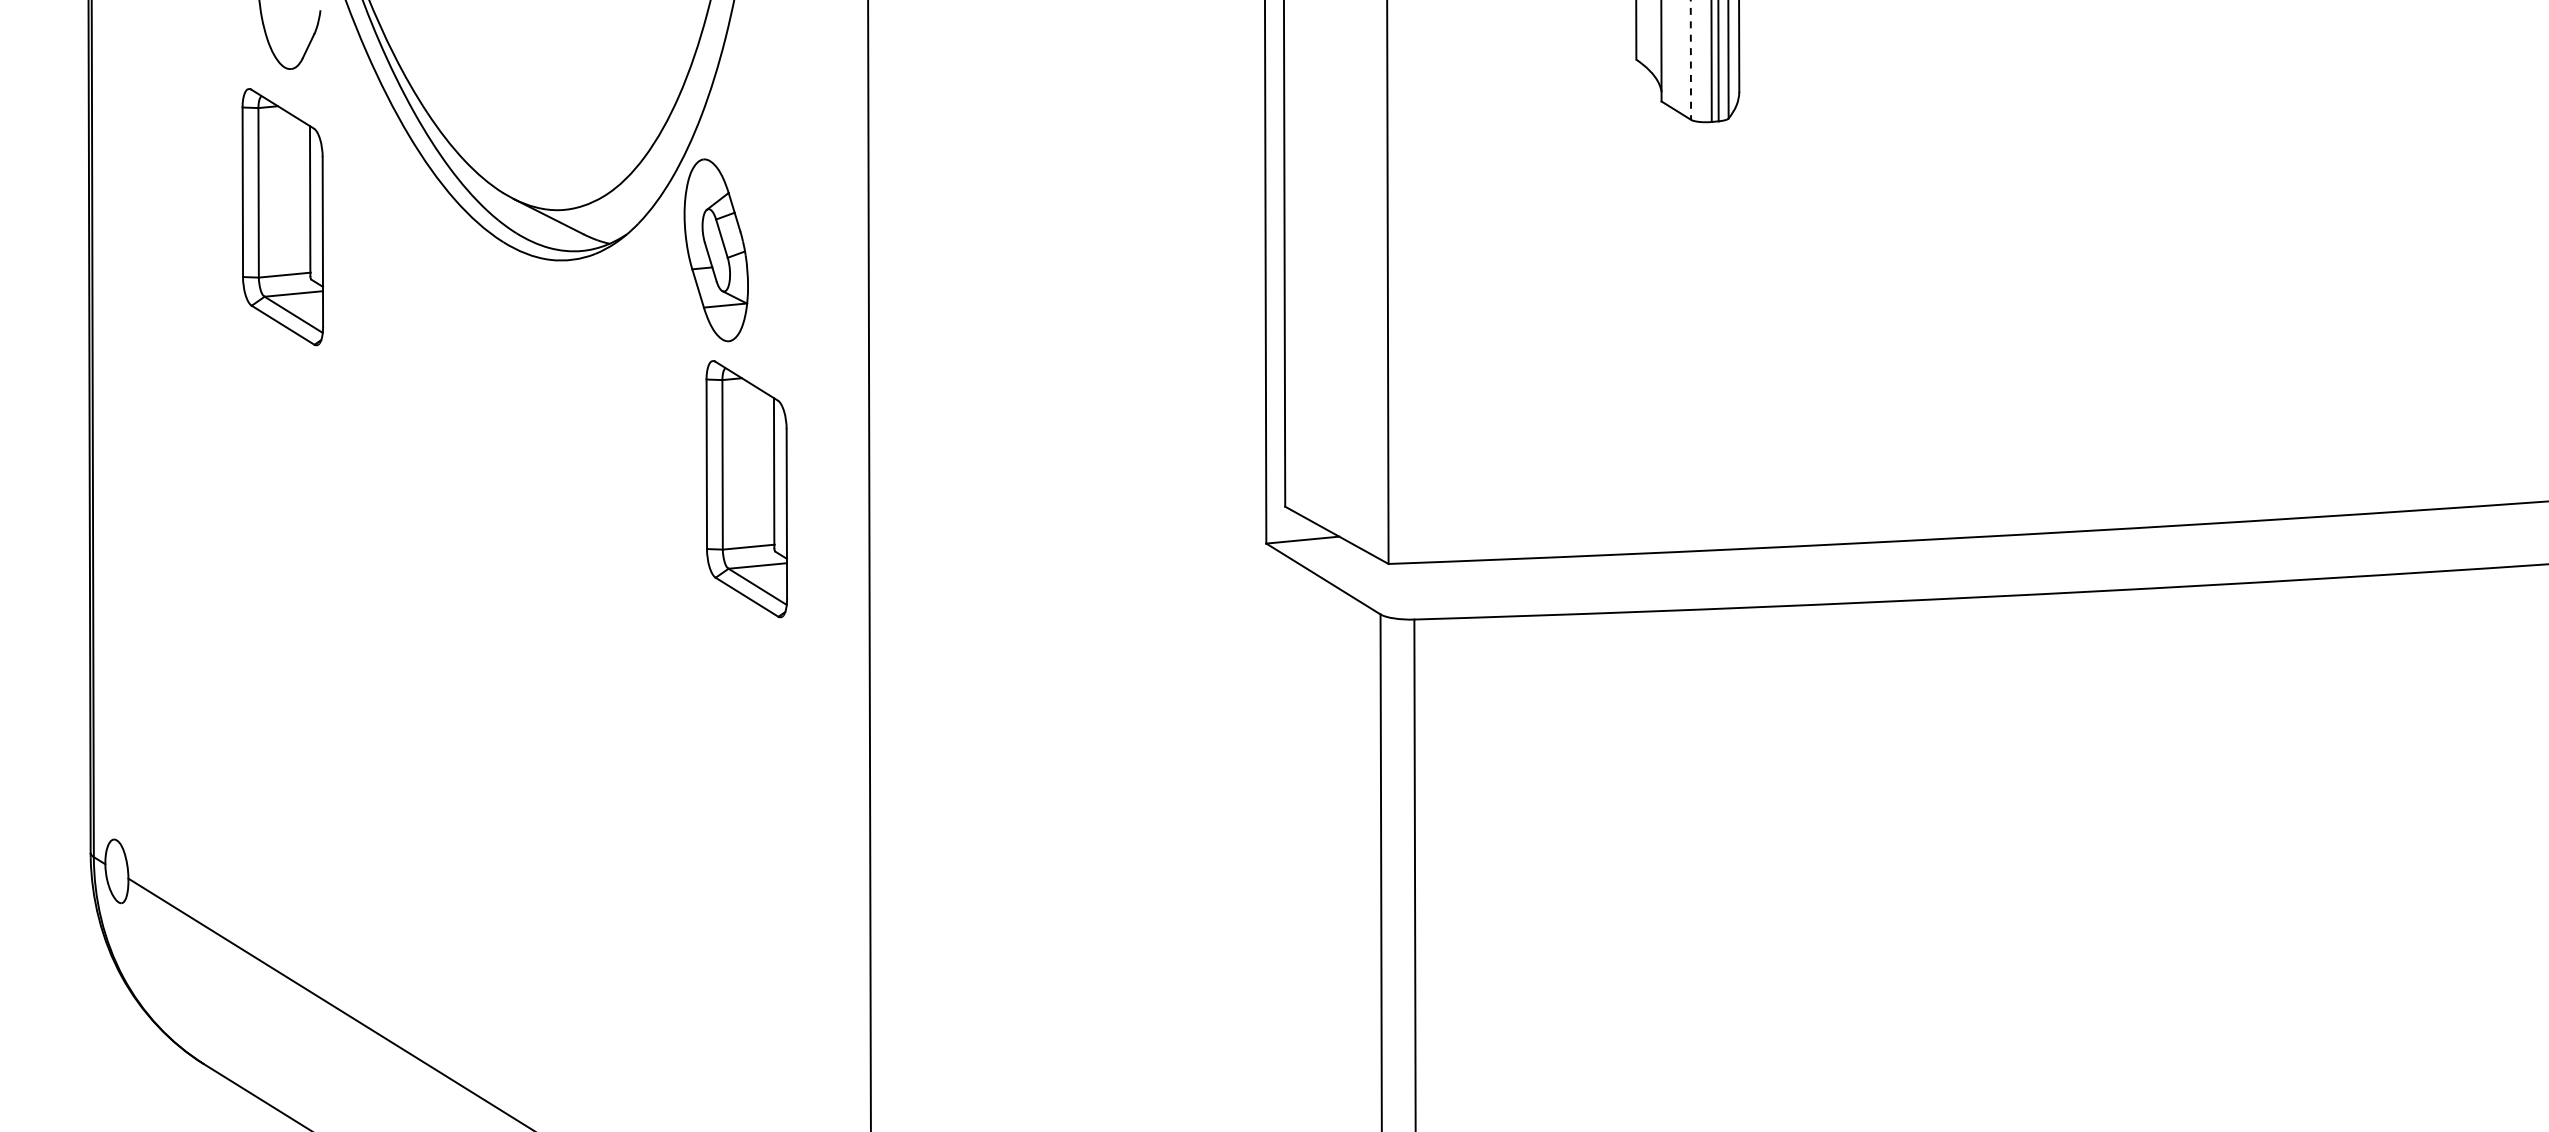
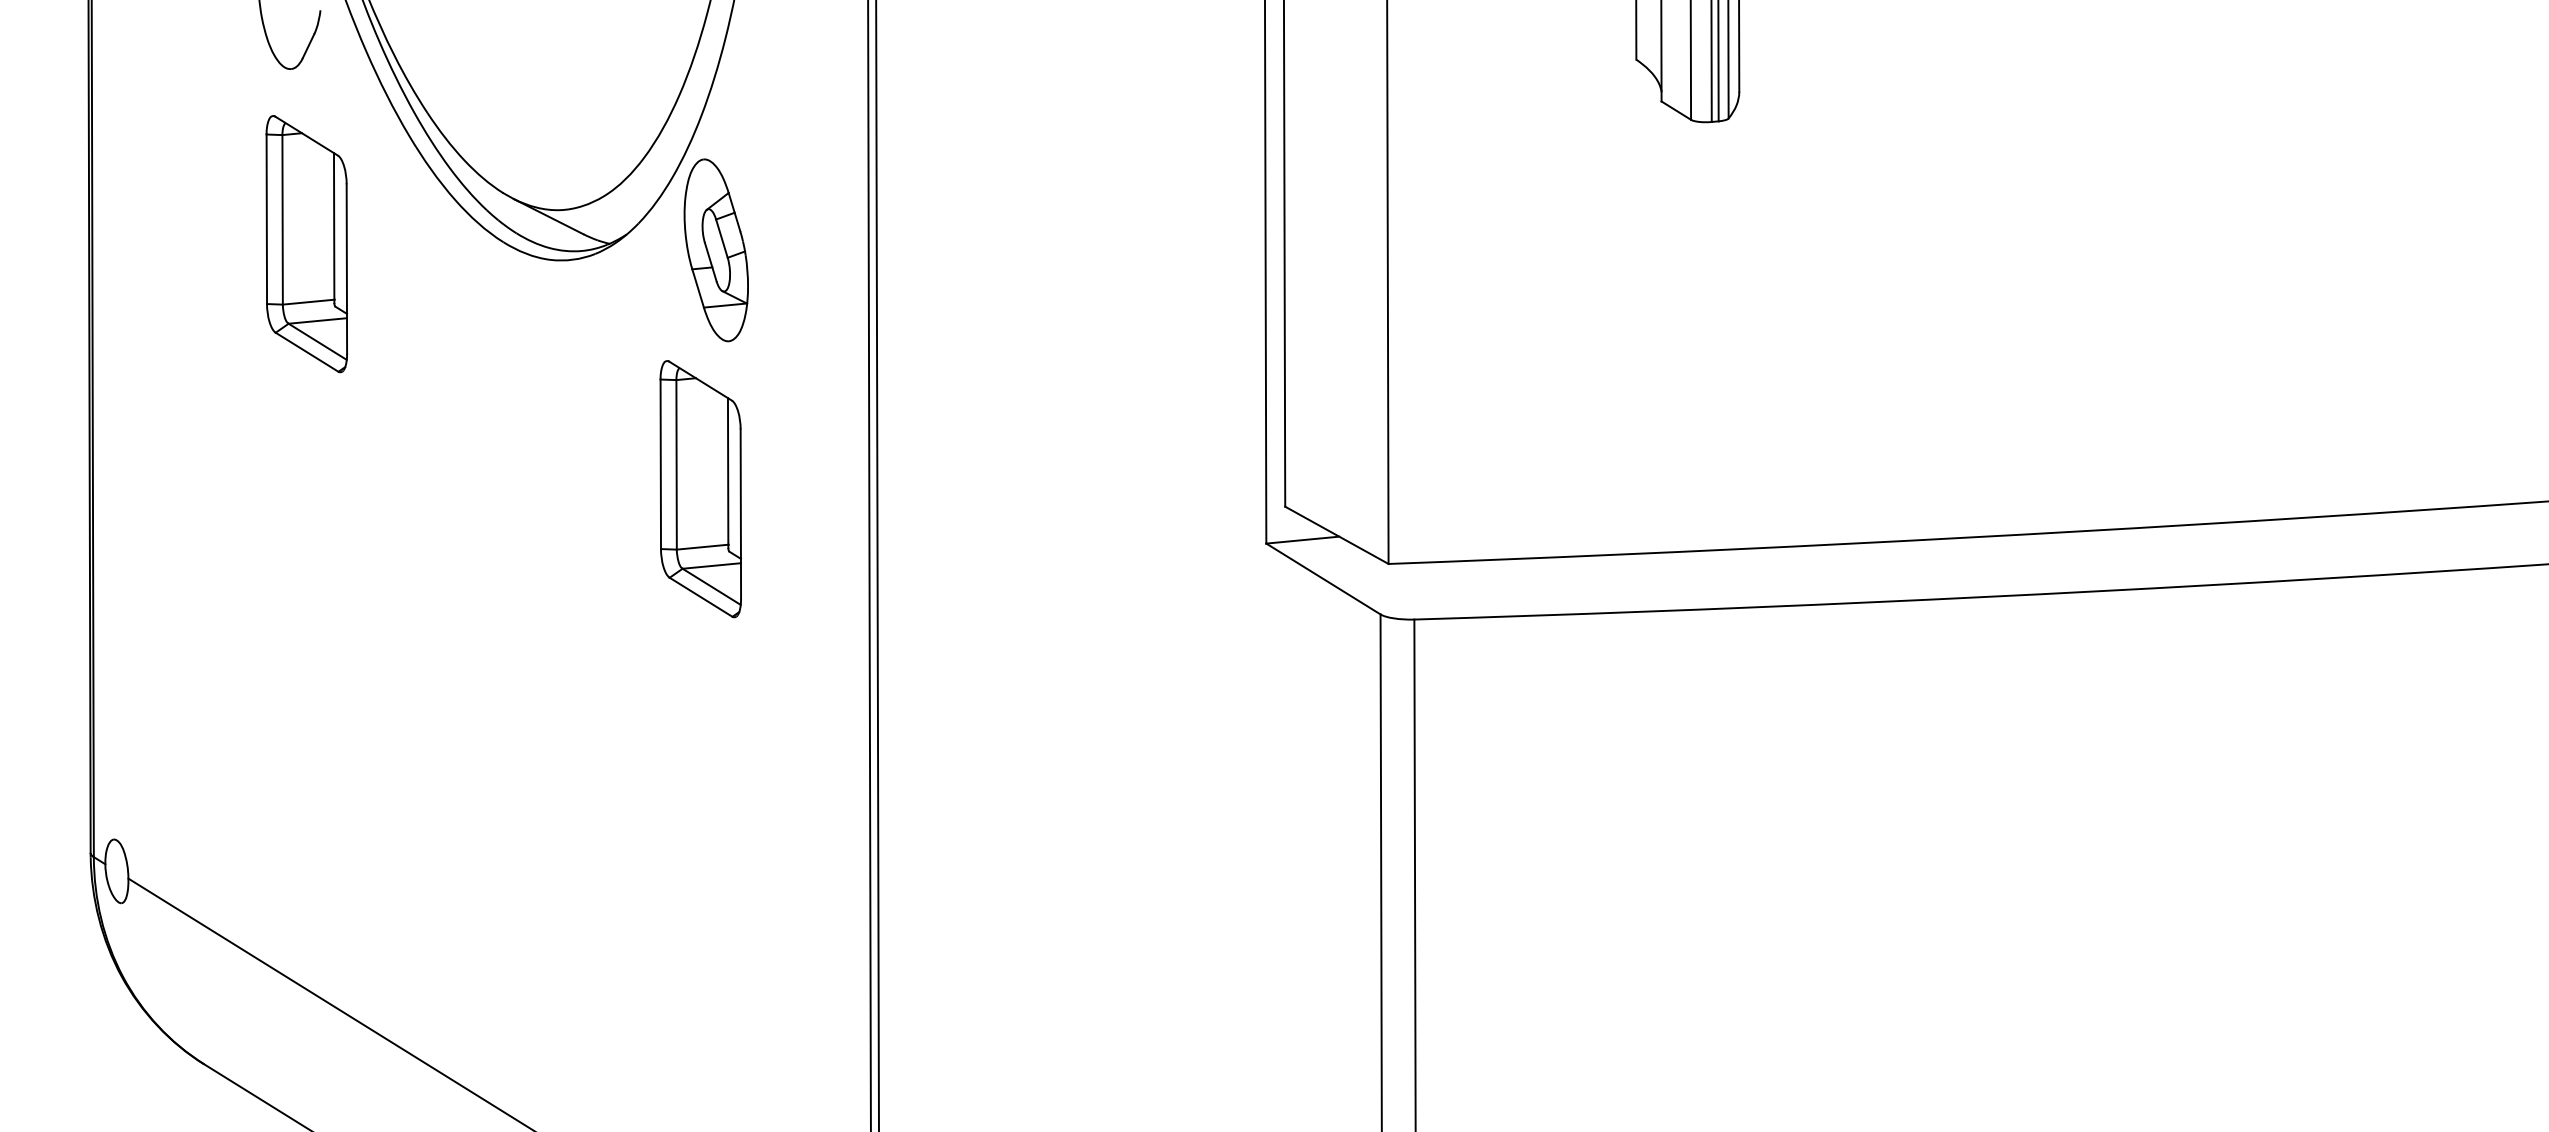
line at (1690, 60): dashed -> solid
part at (282, 217) position: (282, 217) -> (306, 244)
part at (746, 489) position: (746, 489) -> (700, 489)
line at (877, 565): none -> present
